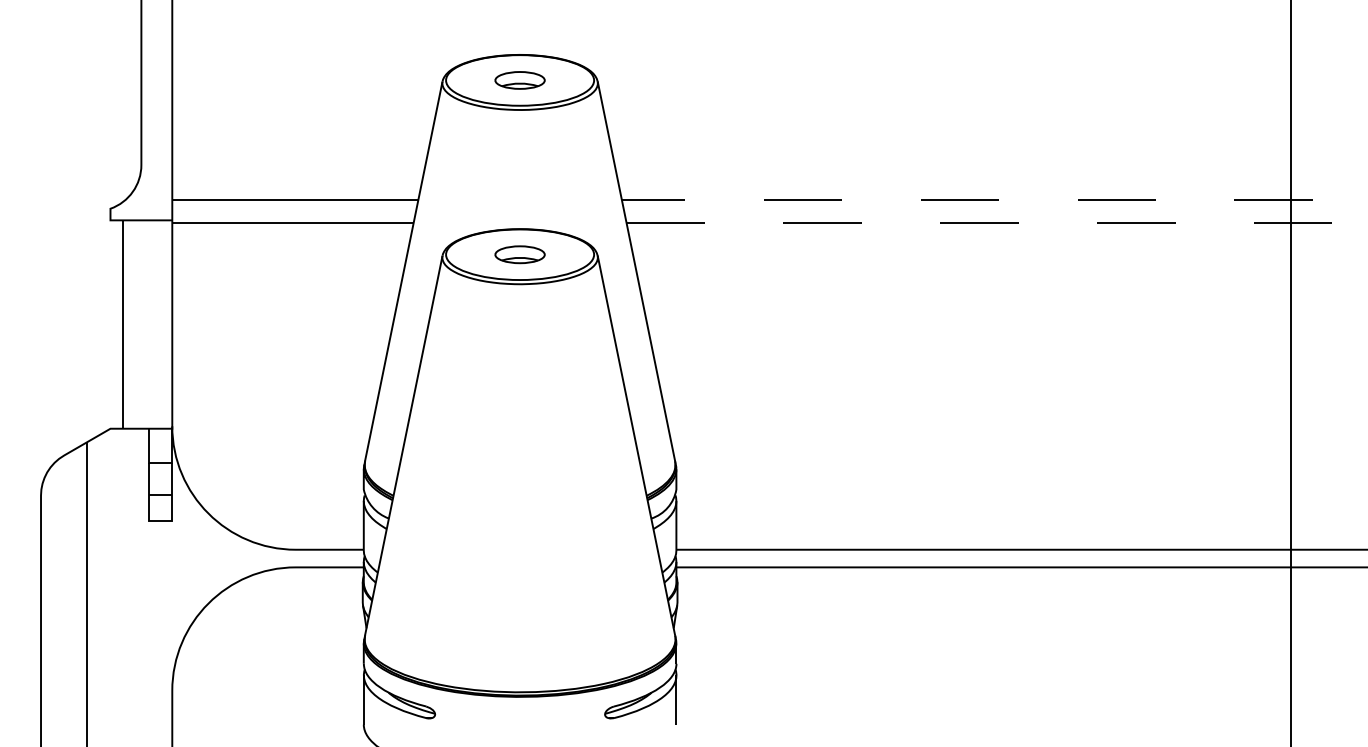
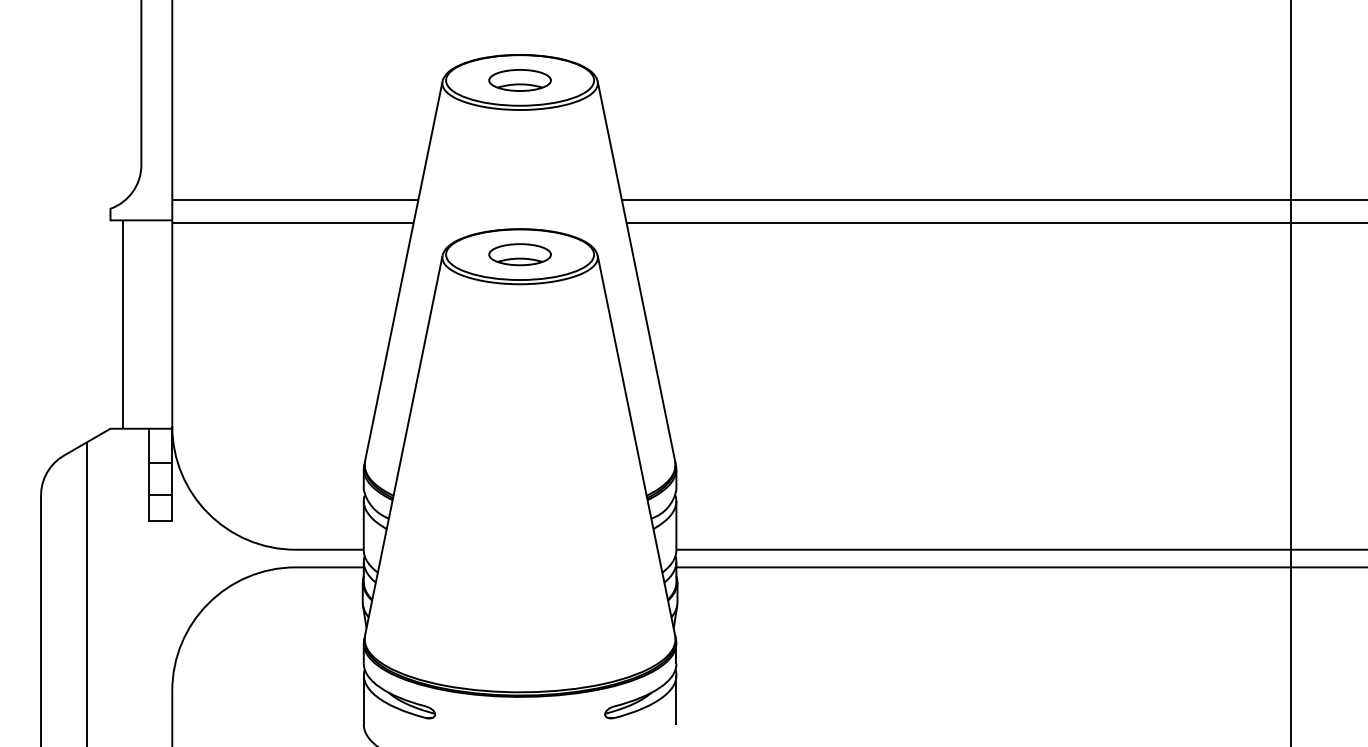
part at (519, 80) size: 52x19 px -> 64x23 px
line at (994, 200): dashed -> solid
line at (997, 223): dashed -> solid
part at (519, 254) size: 52x20 px -> 64x24 px
